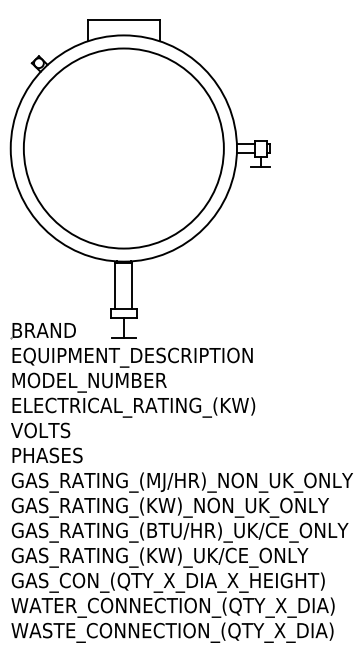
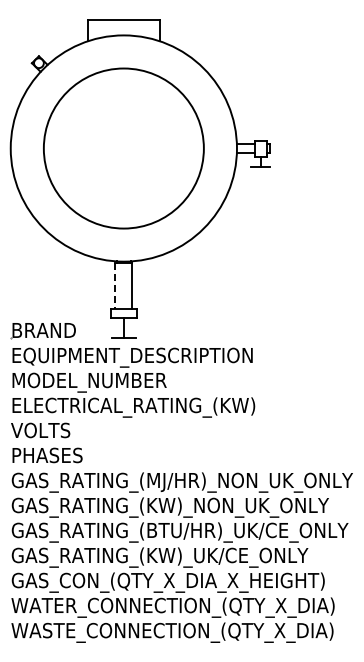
circle at (123, 148) diameter: 200 px -> 160 px
line at (115, 285): solid -> dashed
